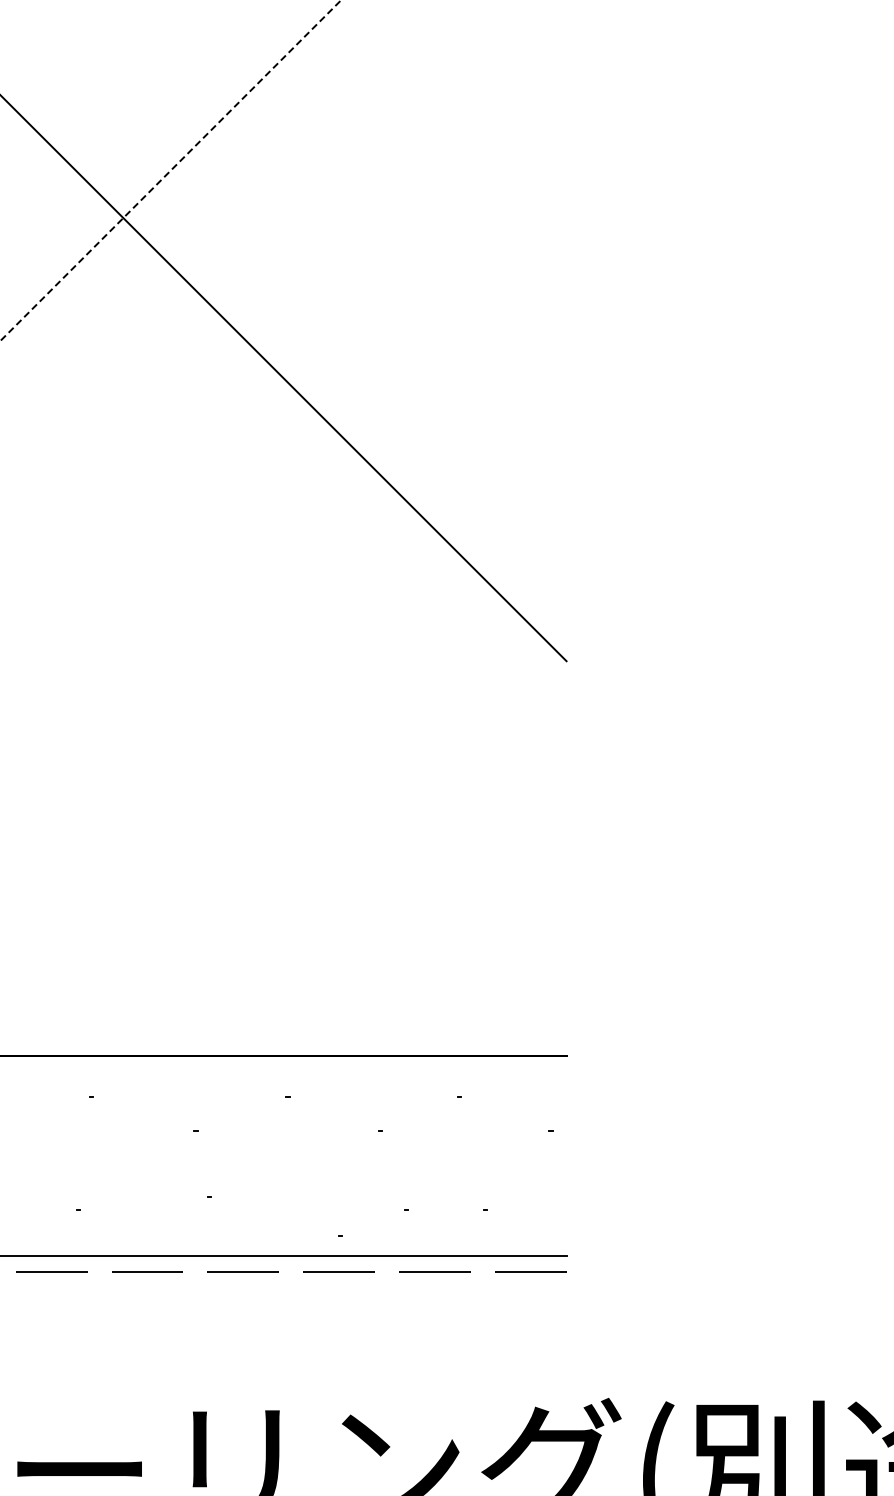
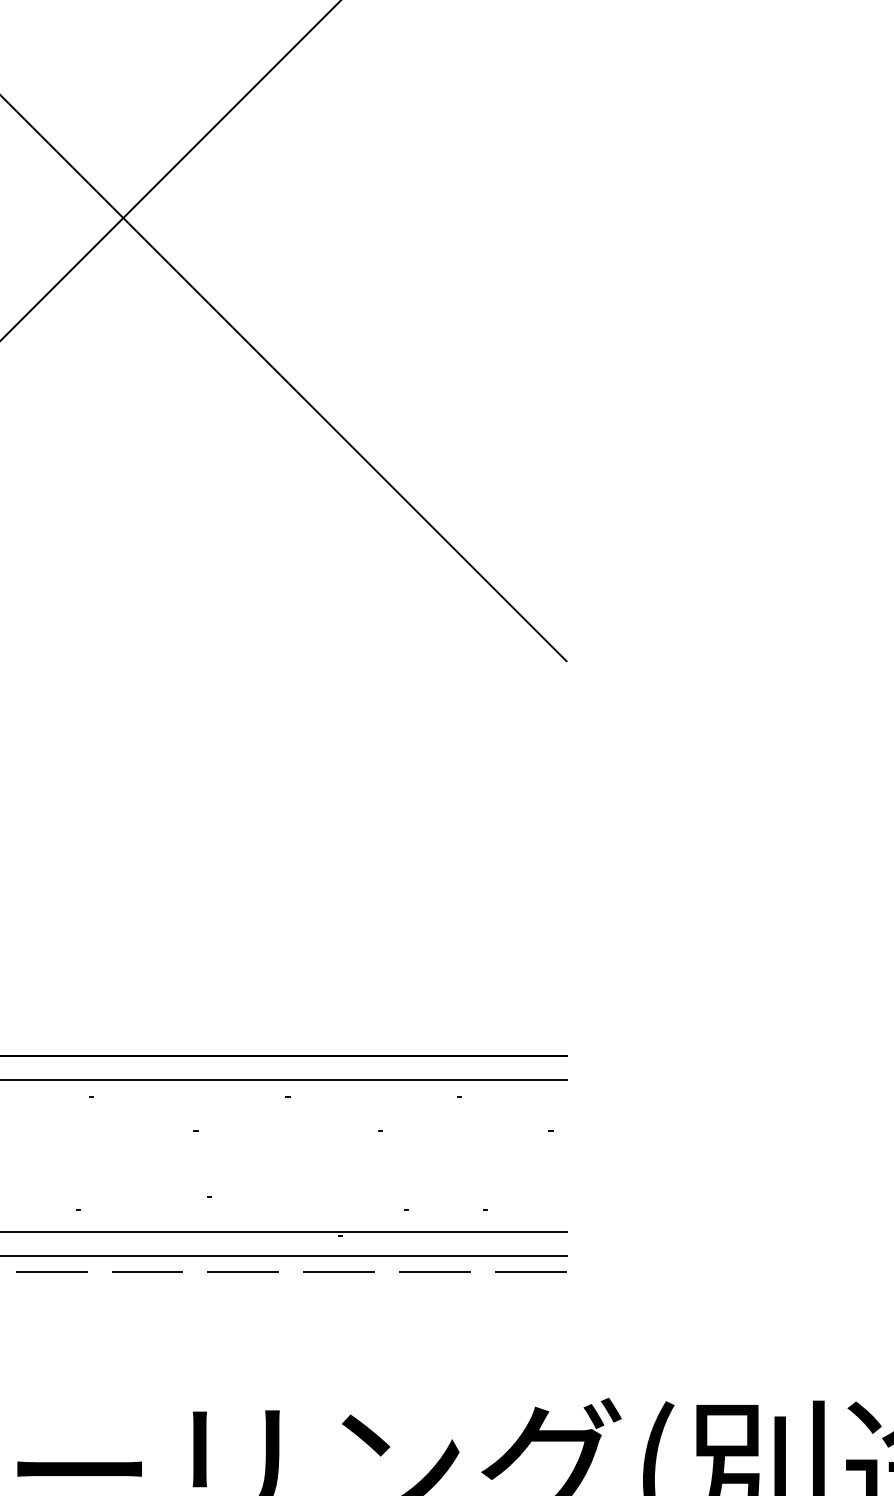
line at (170, 170): dashed -> solid
line at (284, 1080): none -> present
line at (284, 1231): none -> present
